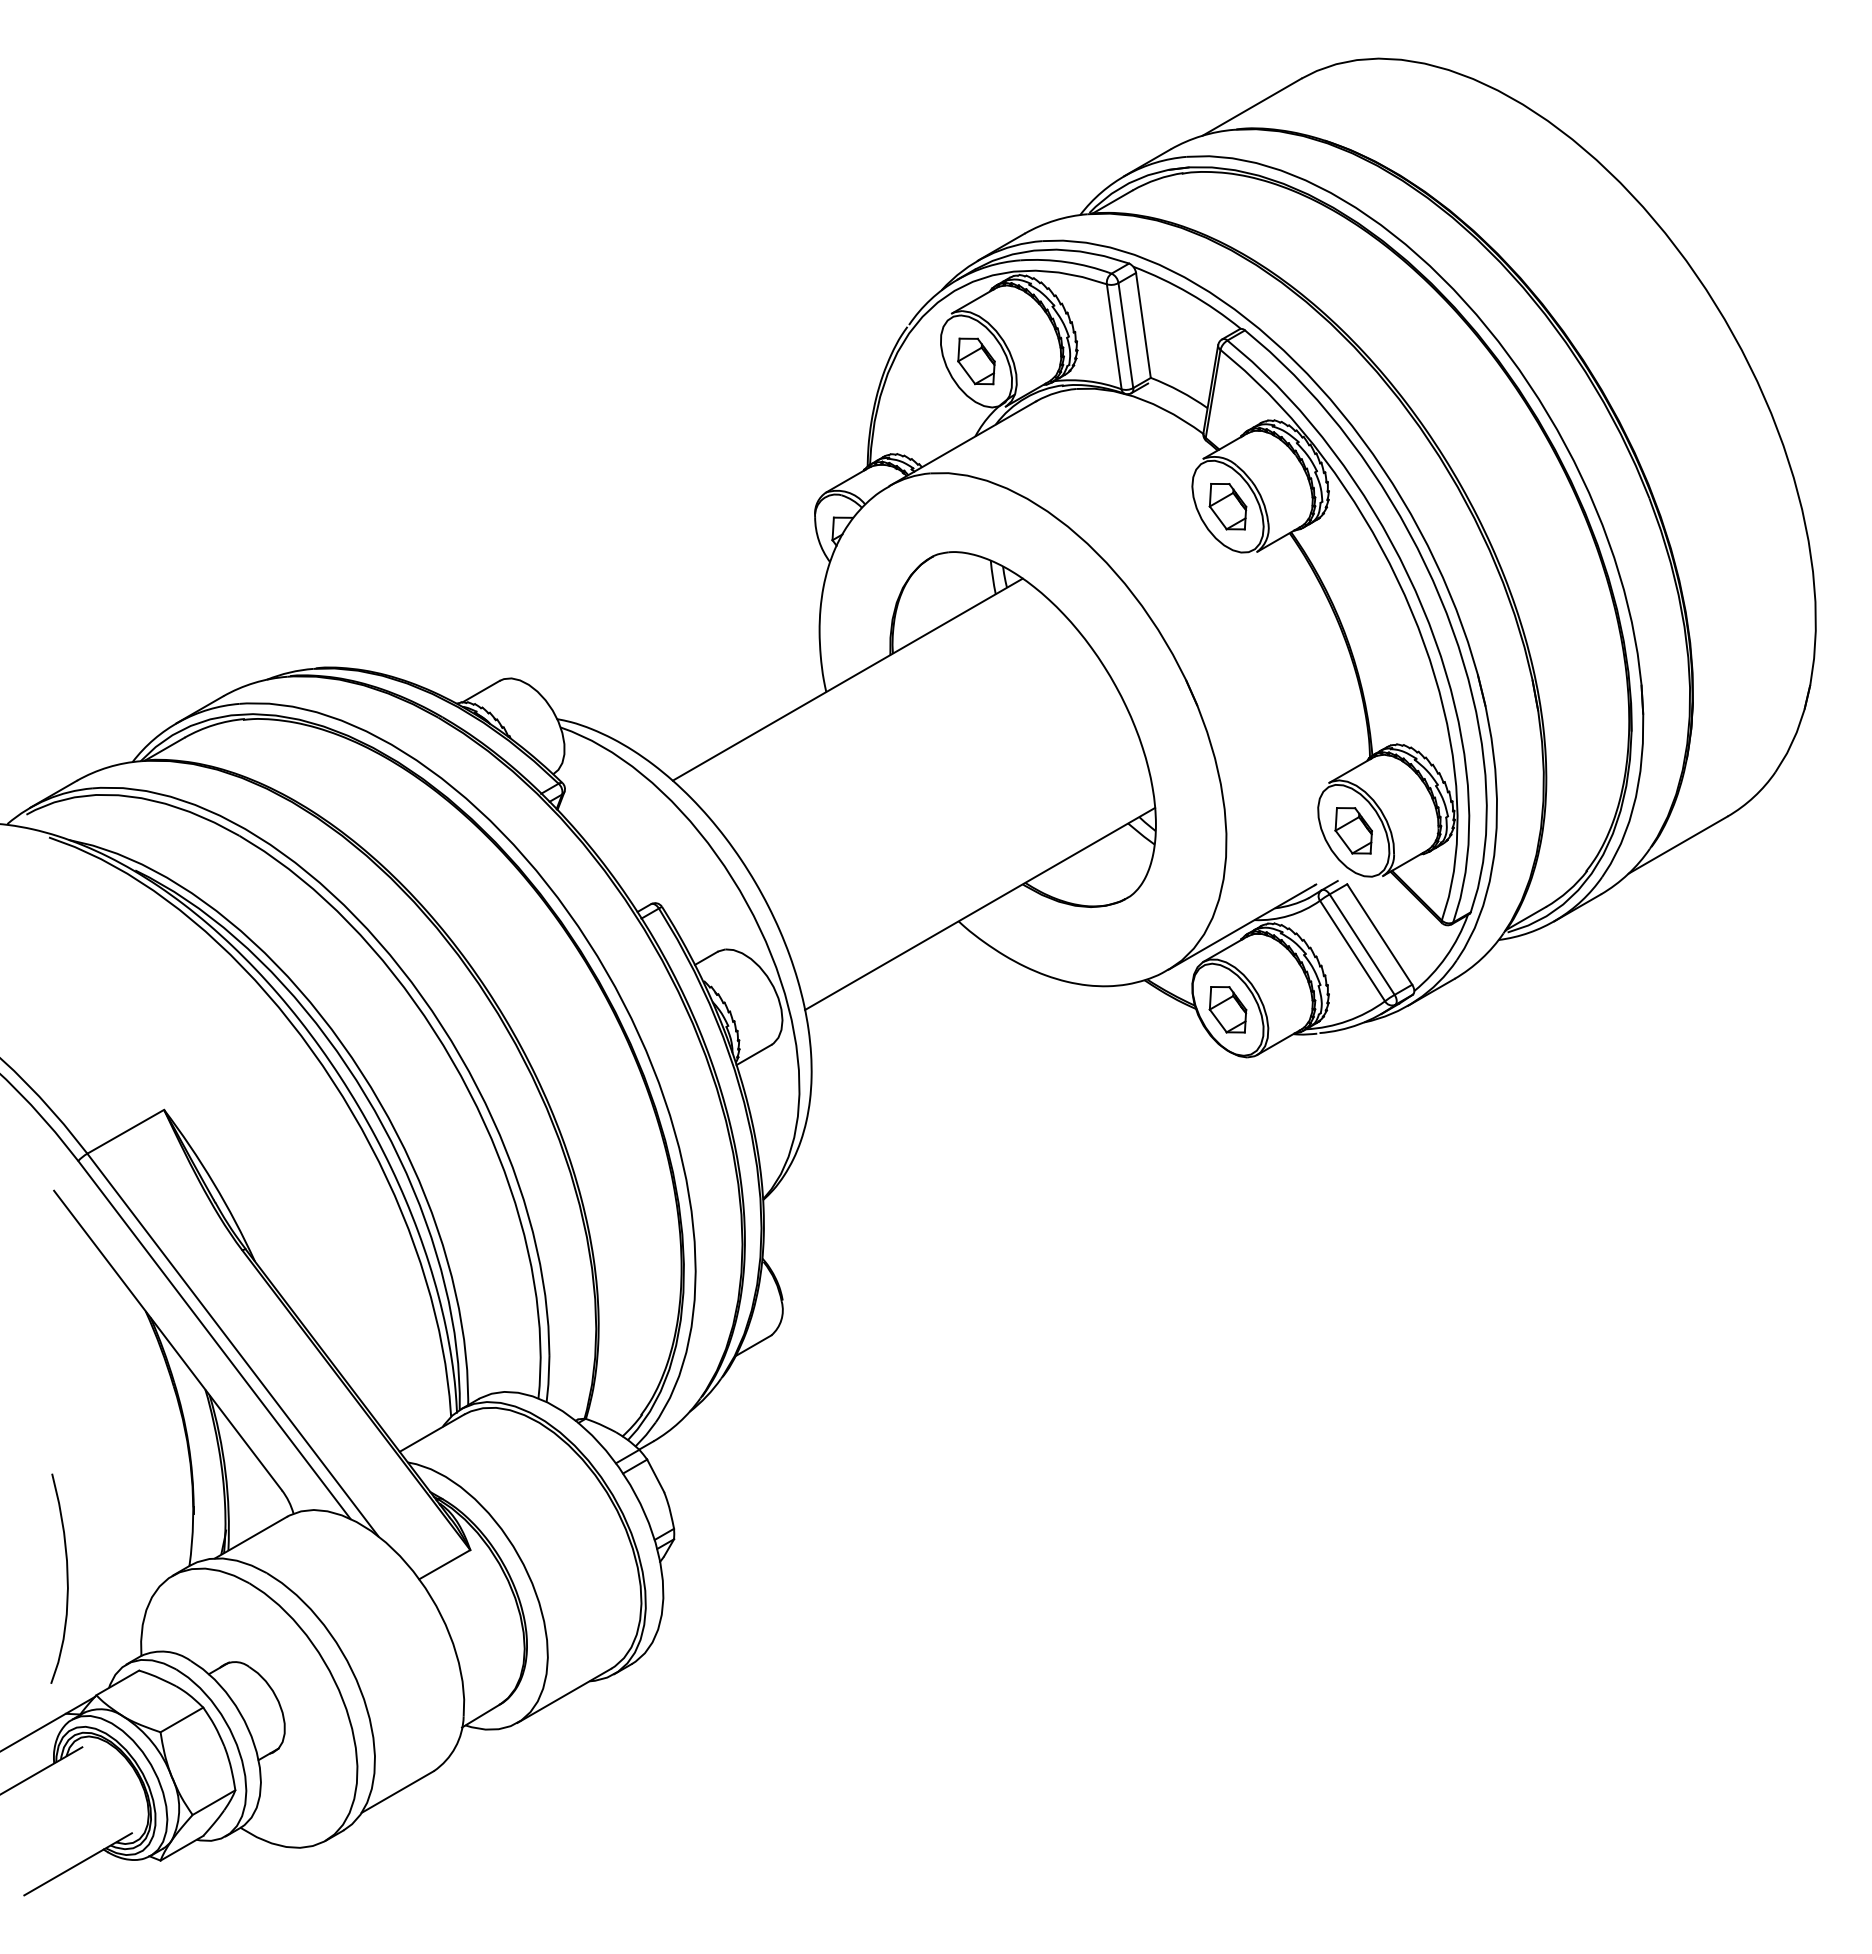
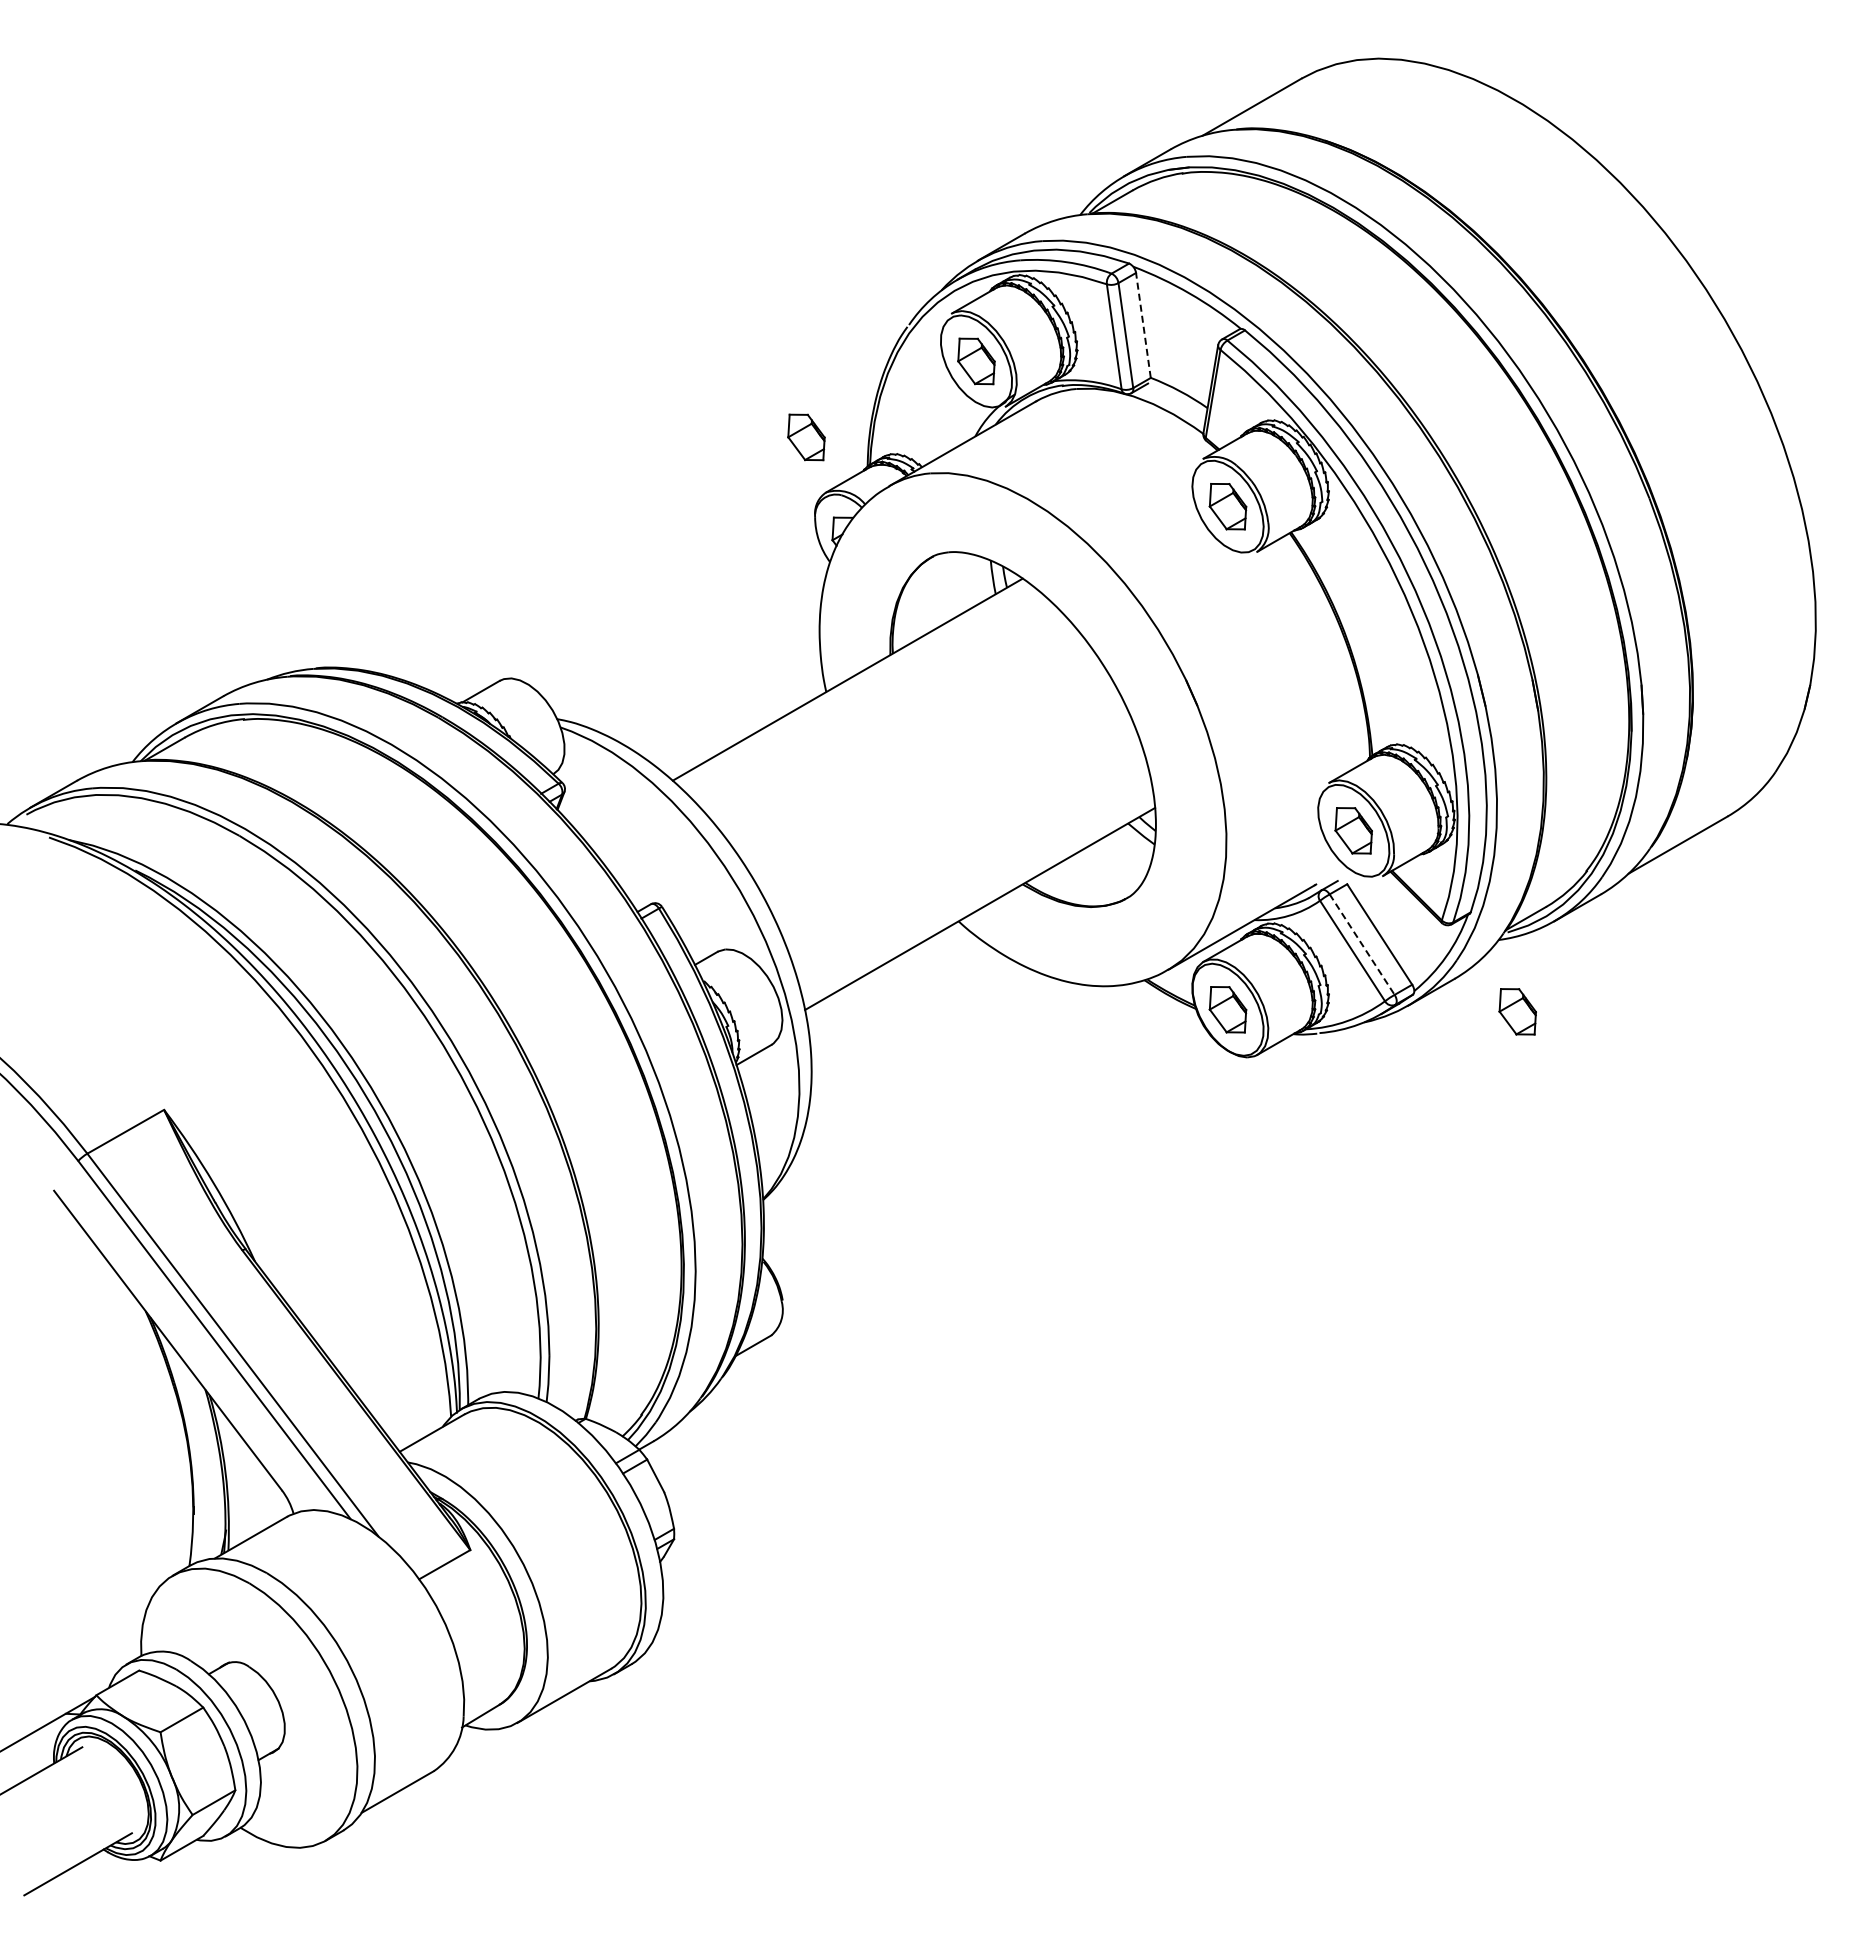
line at (1143, 325): solid -> dashed
part at (806, 437): none -> present
line at (1362, 944): solid -> dashed
part at (1517, 1011): none -> present
curve at (66, 1578): present -> none
